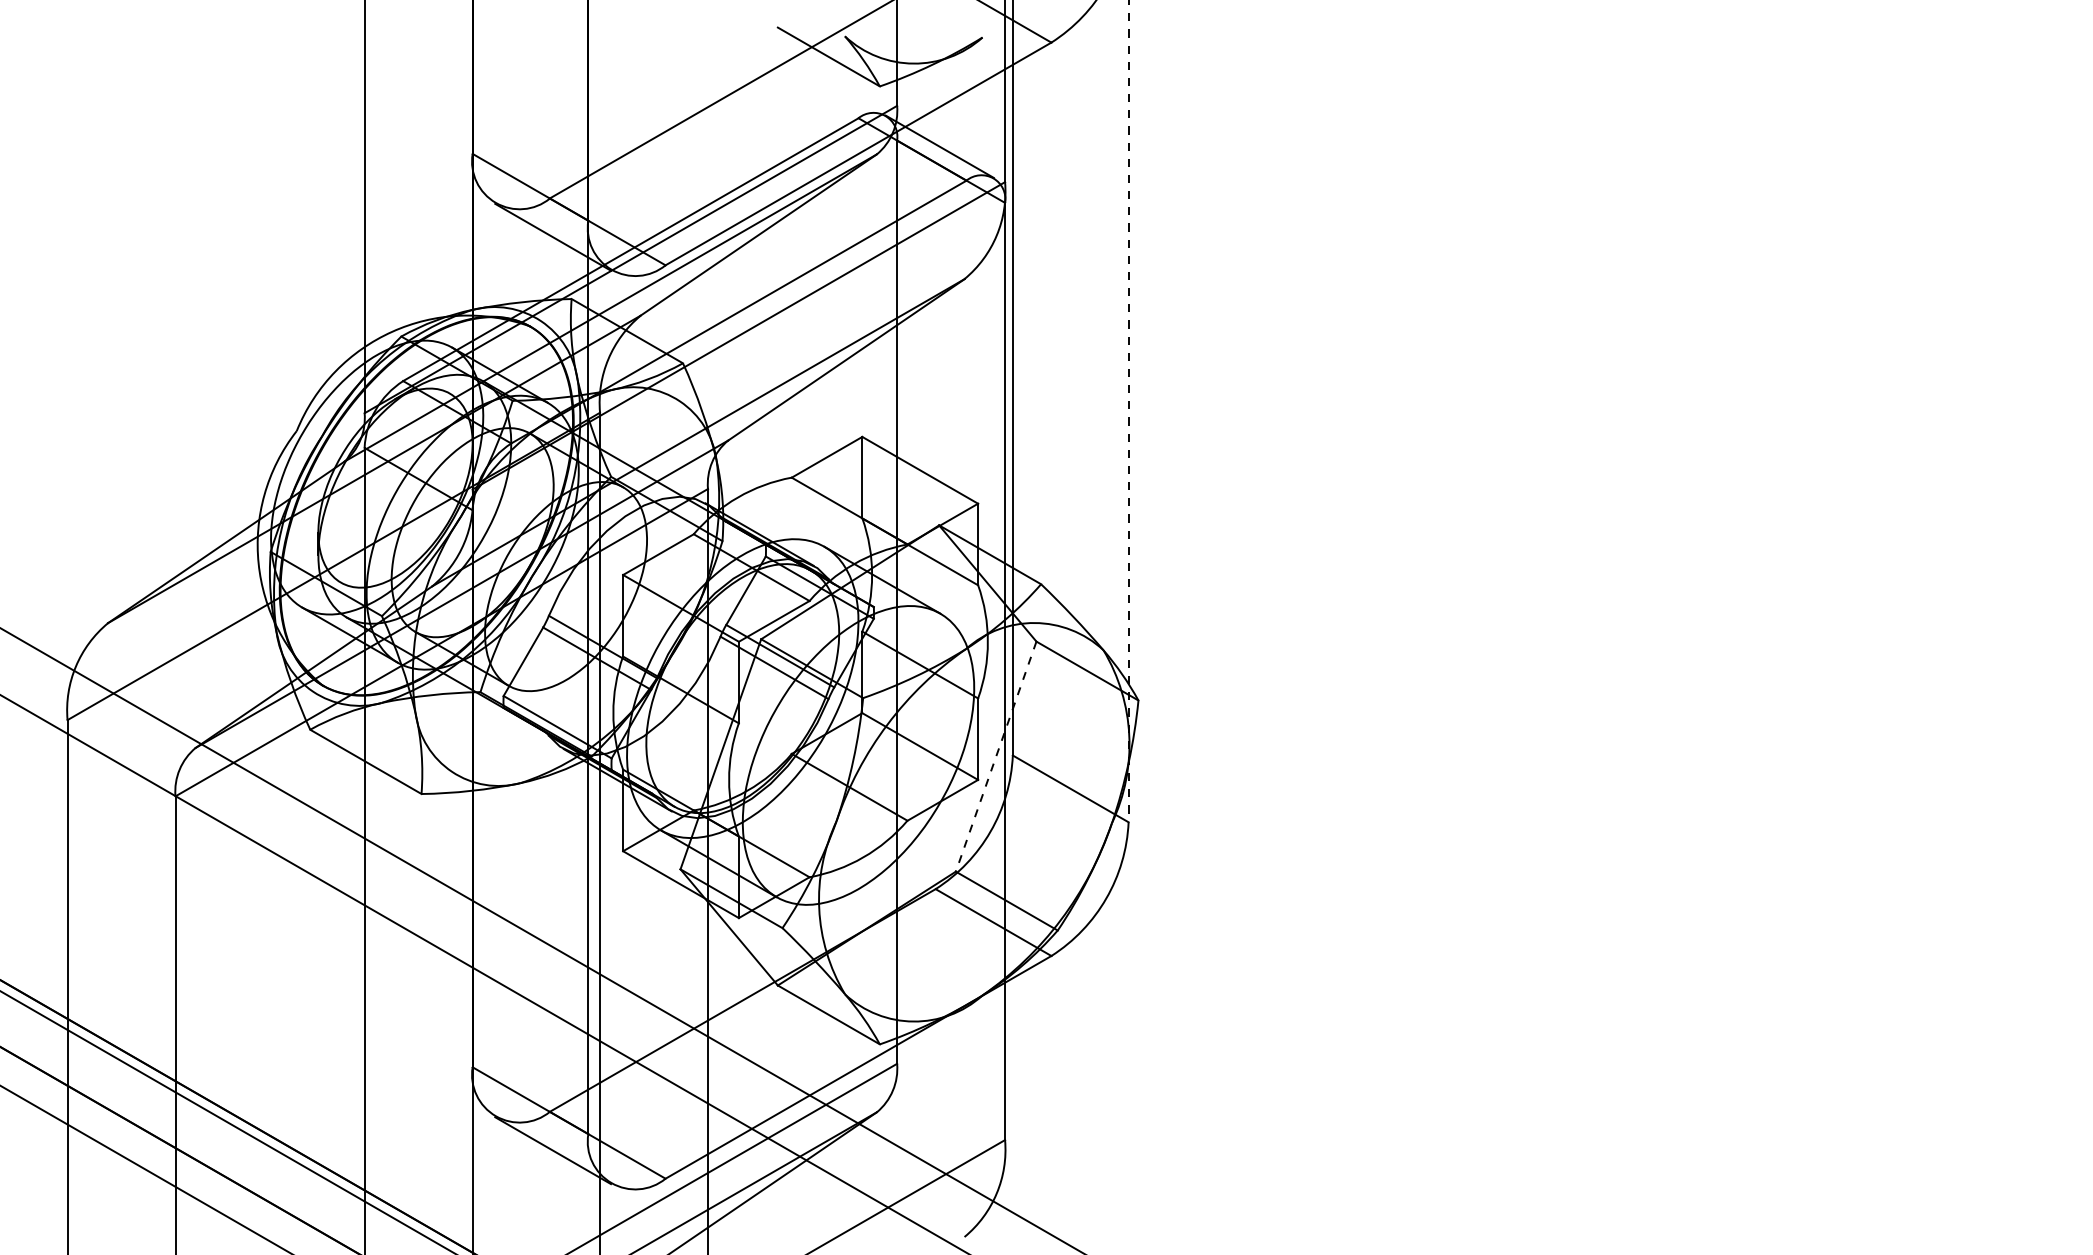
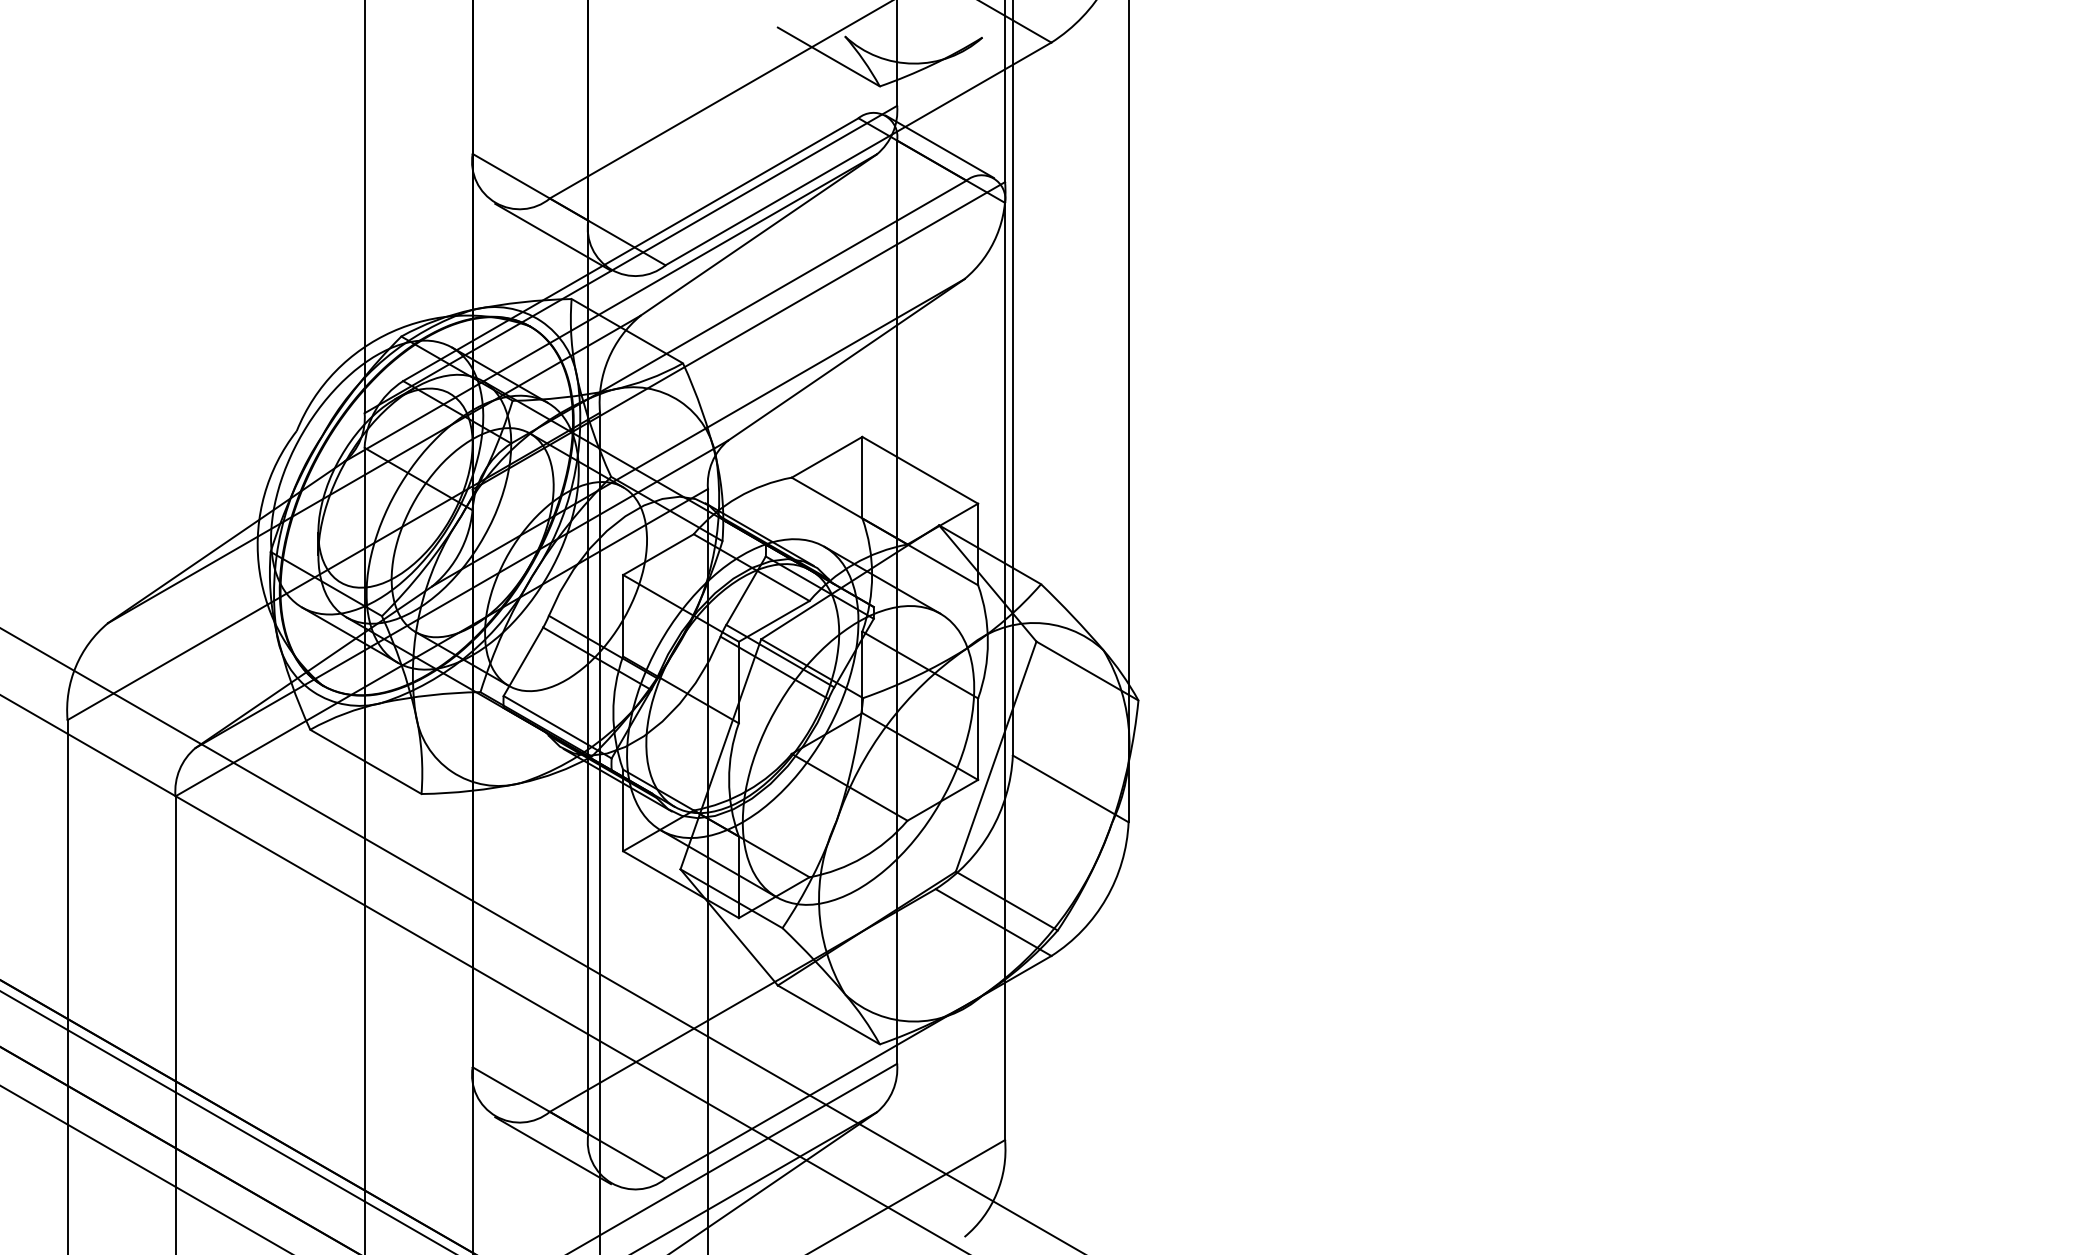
line at (1128, 411): dashed -> solid
line at (996, 756): dashed -> solid
